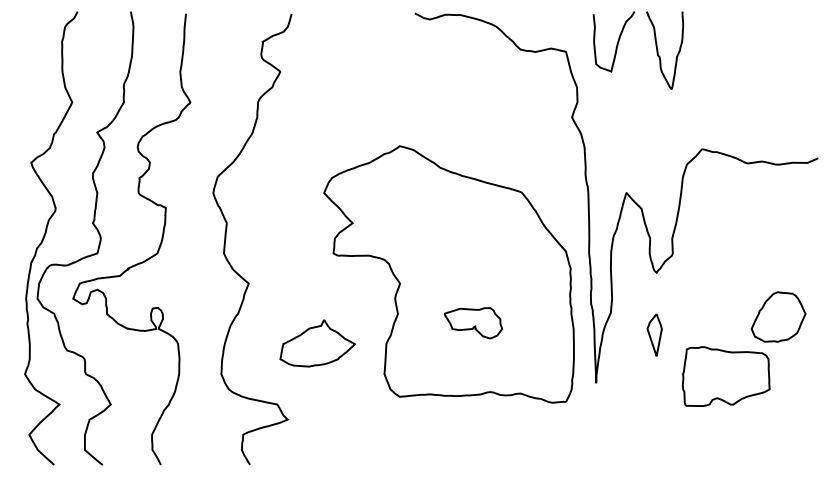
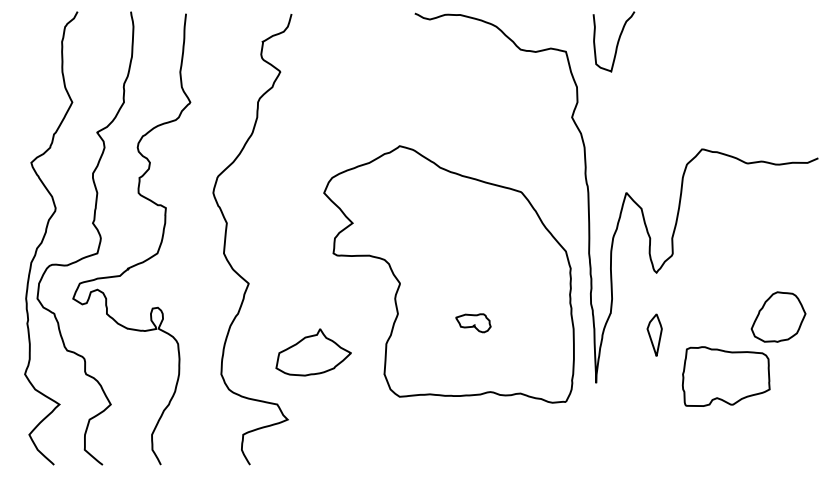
curve at (658, 50): present -> none
part at (473, 323) size: 59x33 px -> 37x21 px
part at (317, 343) position: (317, 343) -> (313, 352)
